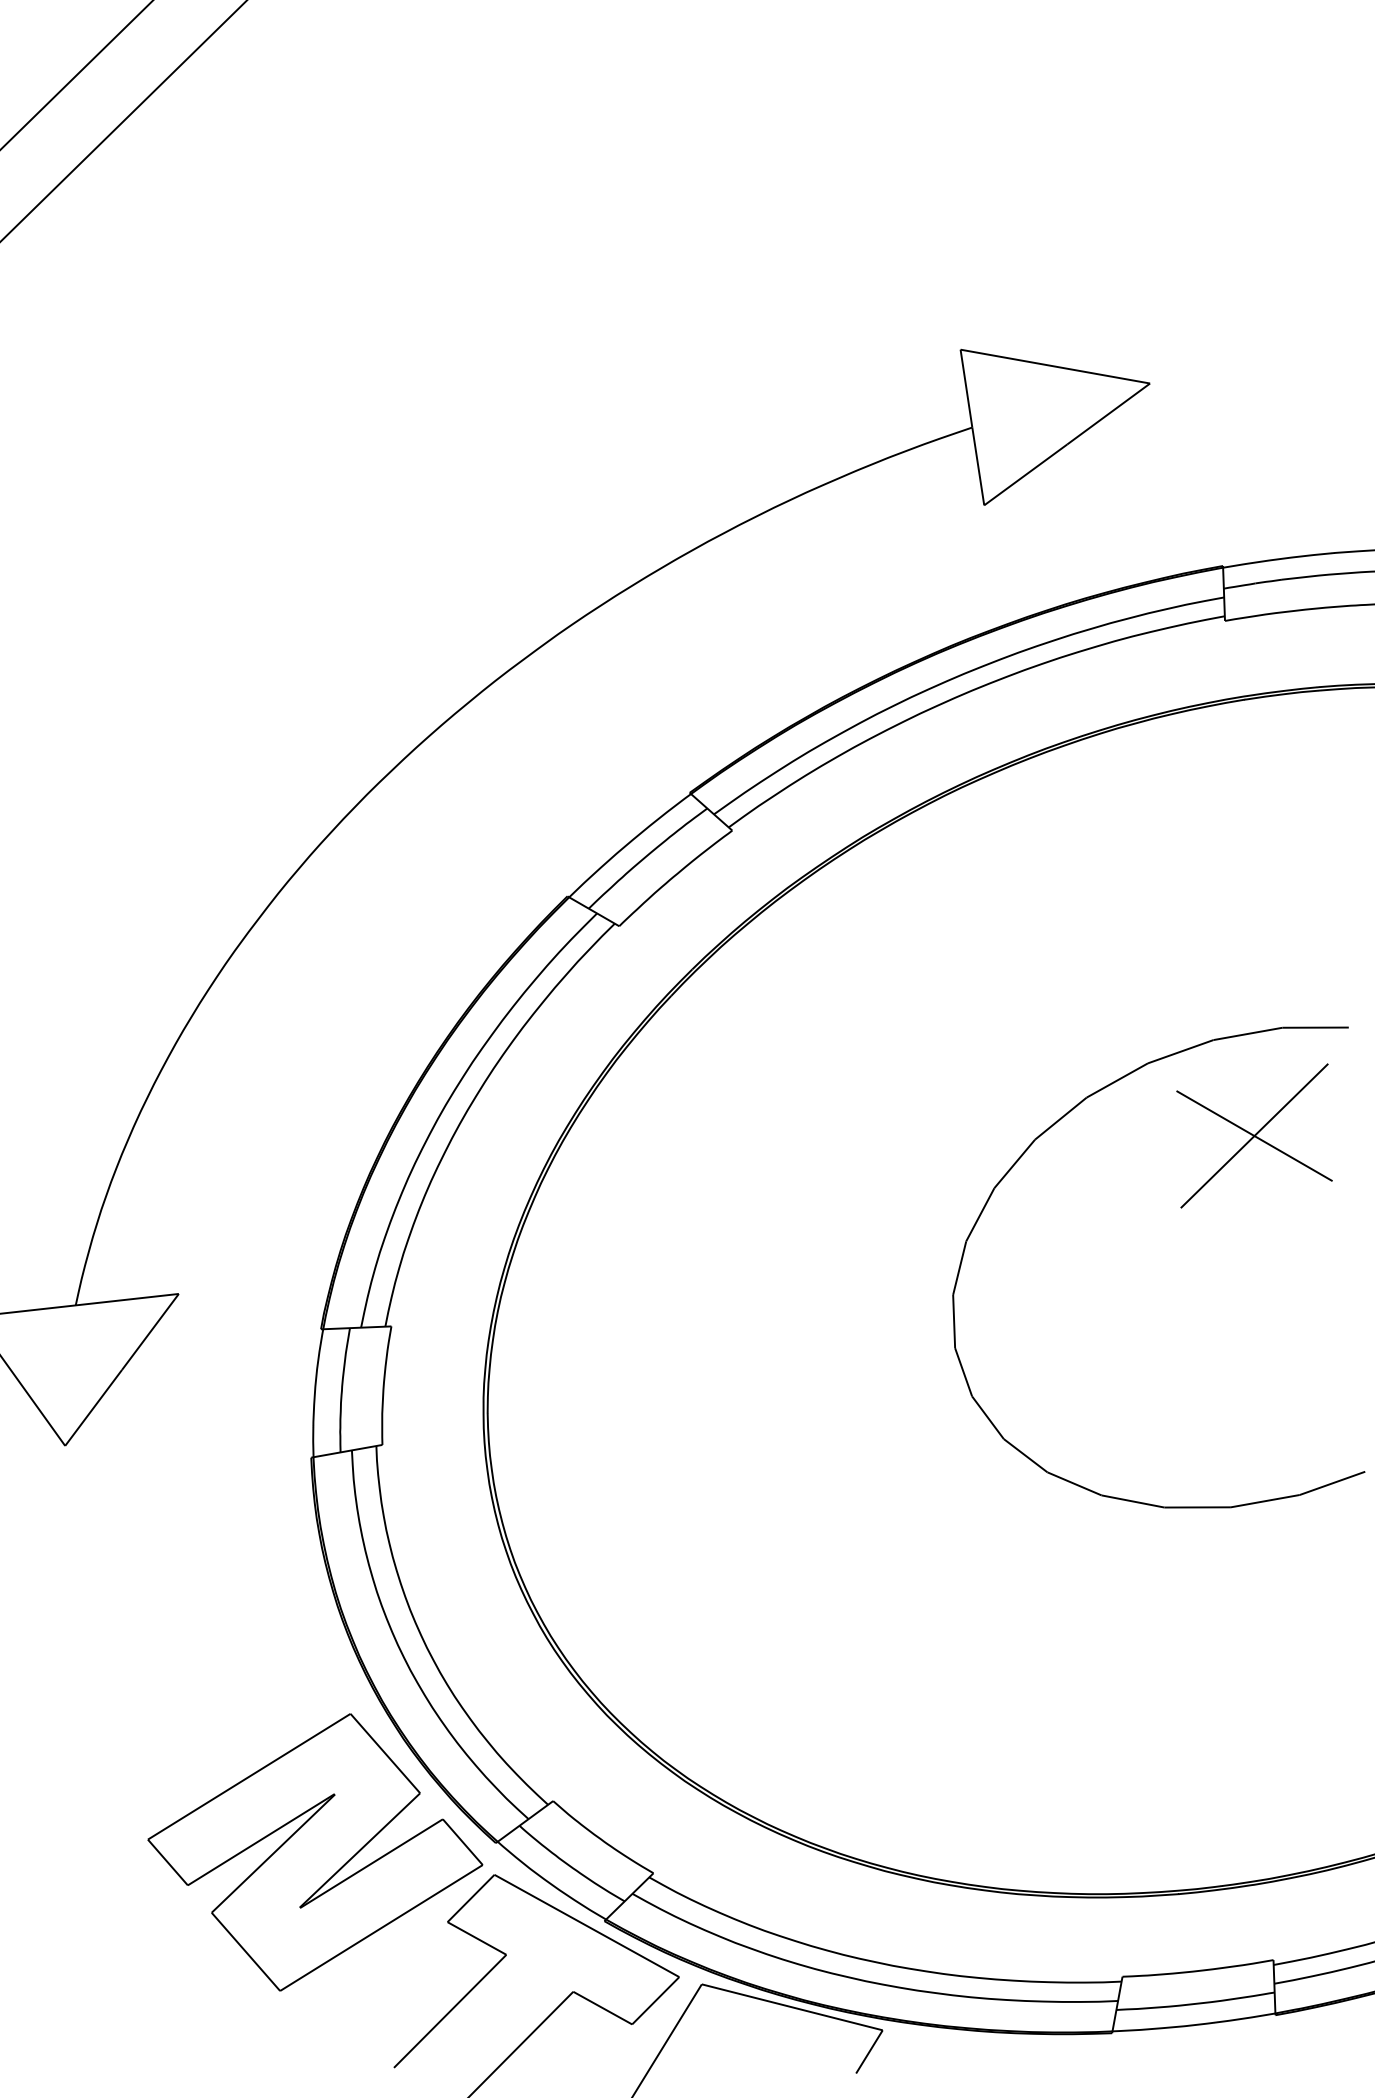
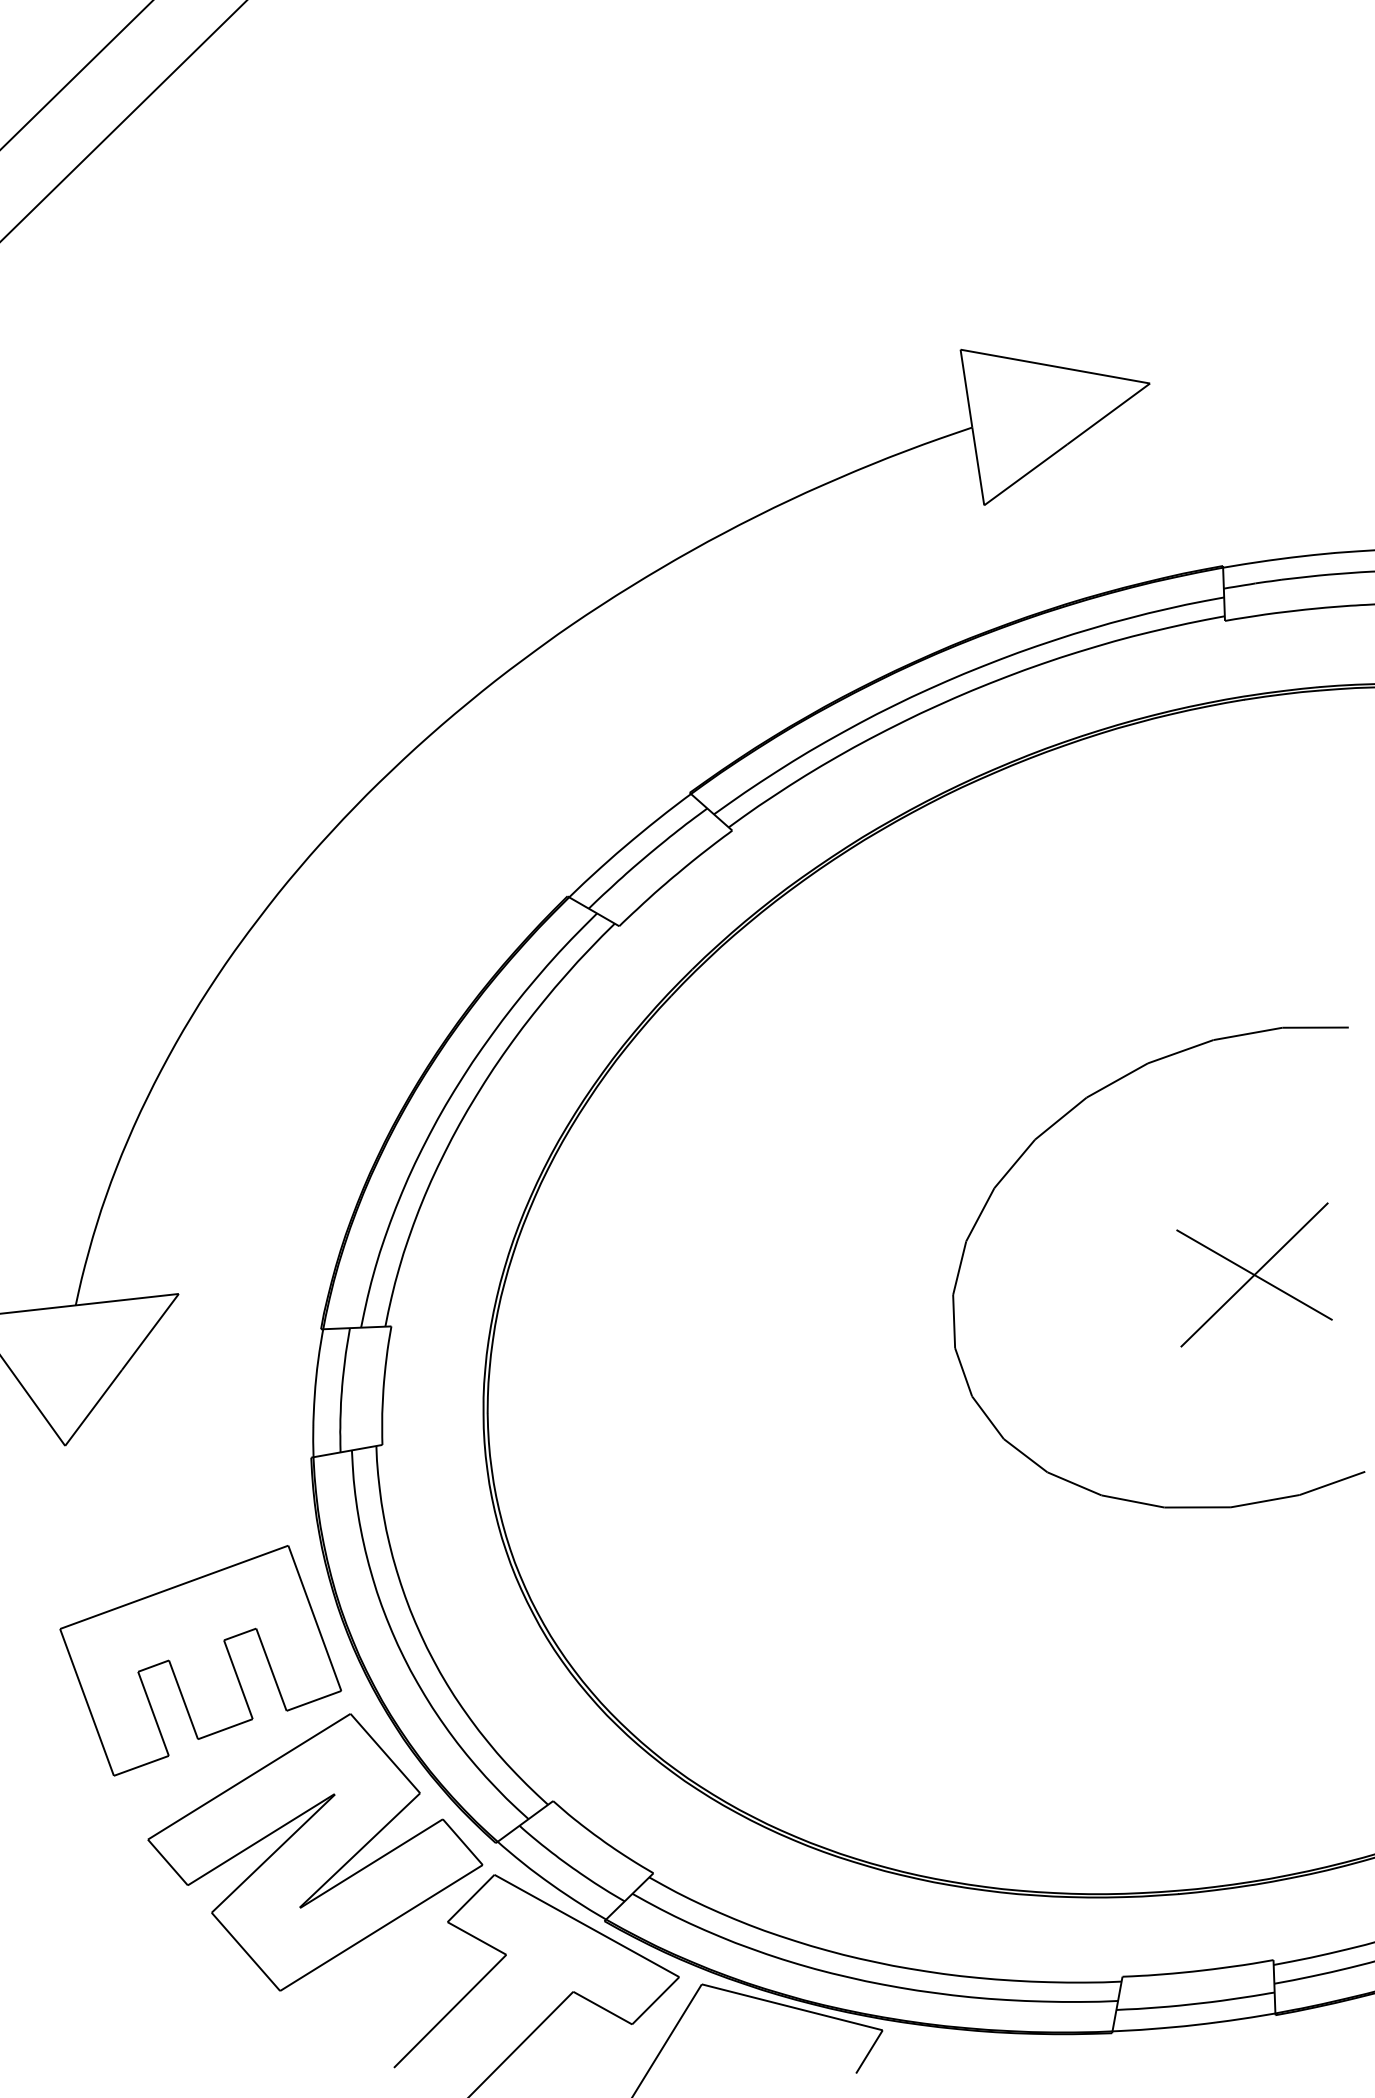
part at (1254, 1135) position: (1254, 1135) -> (1254, 1274)
part at (200, 1660): none -> present
